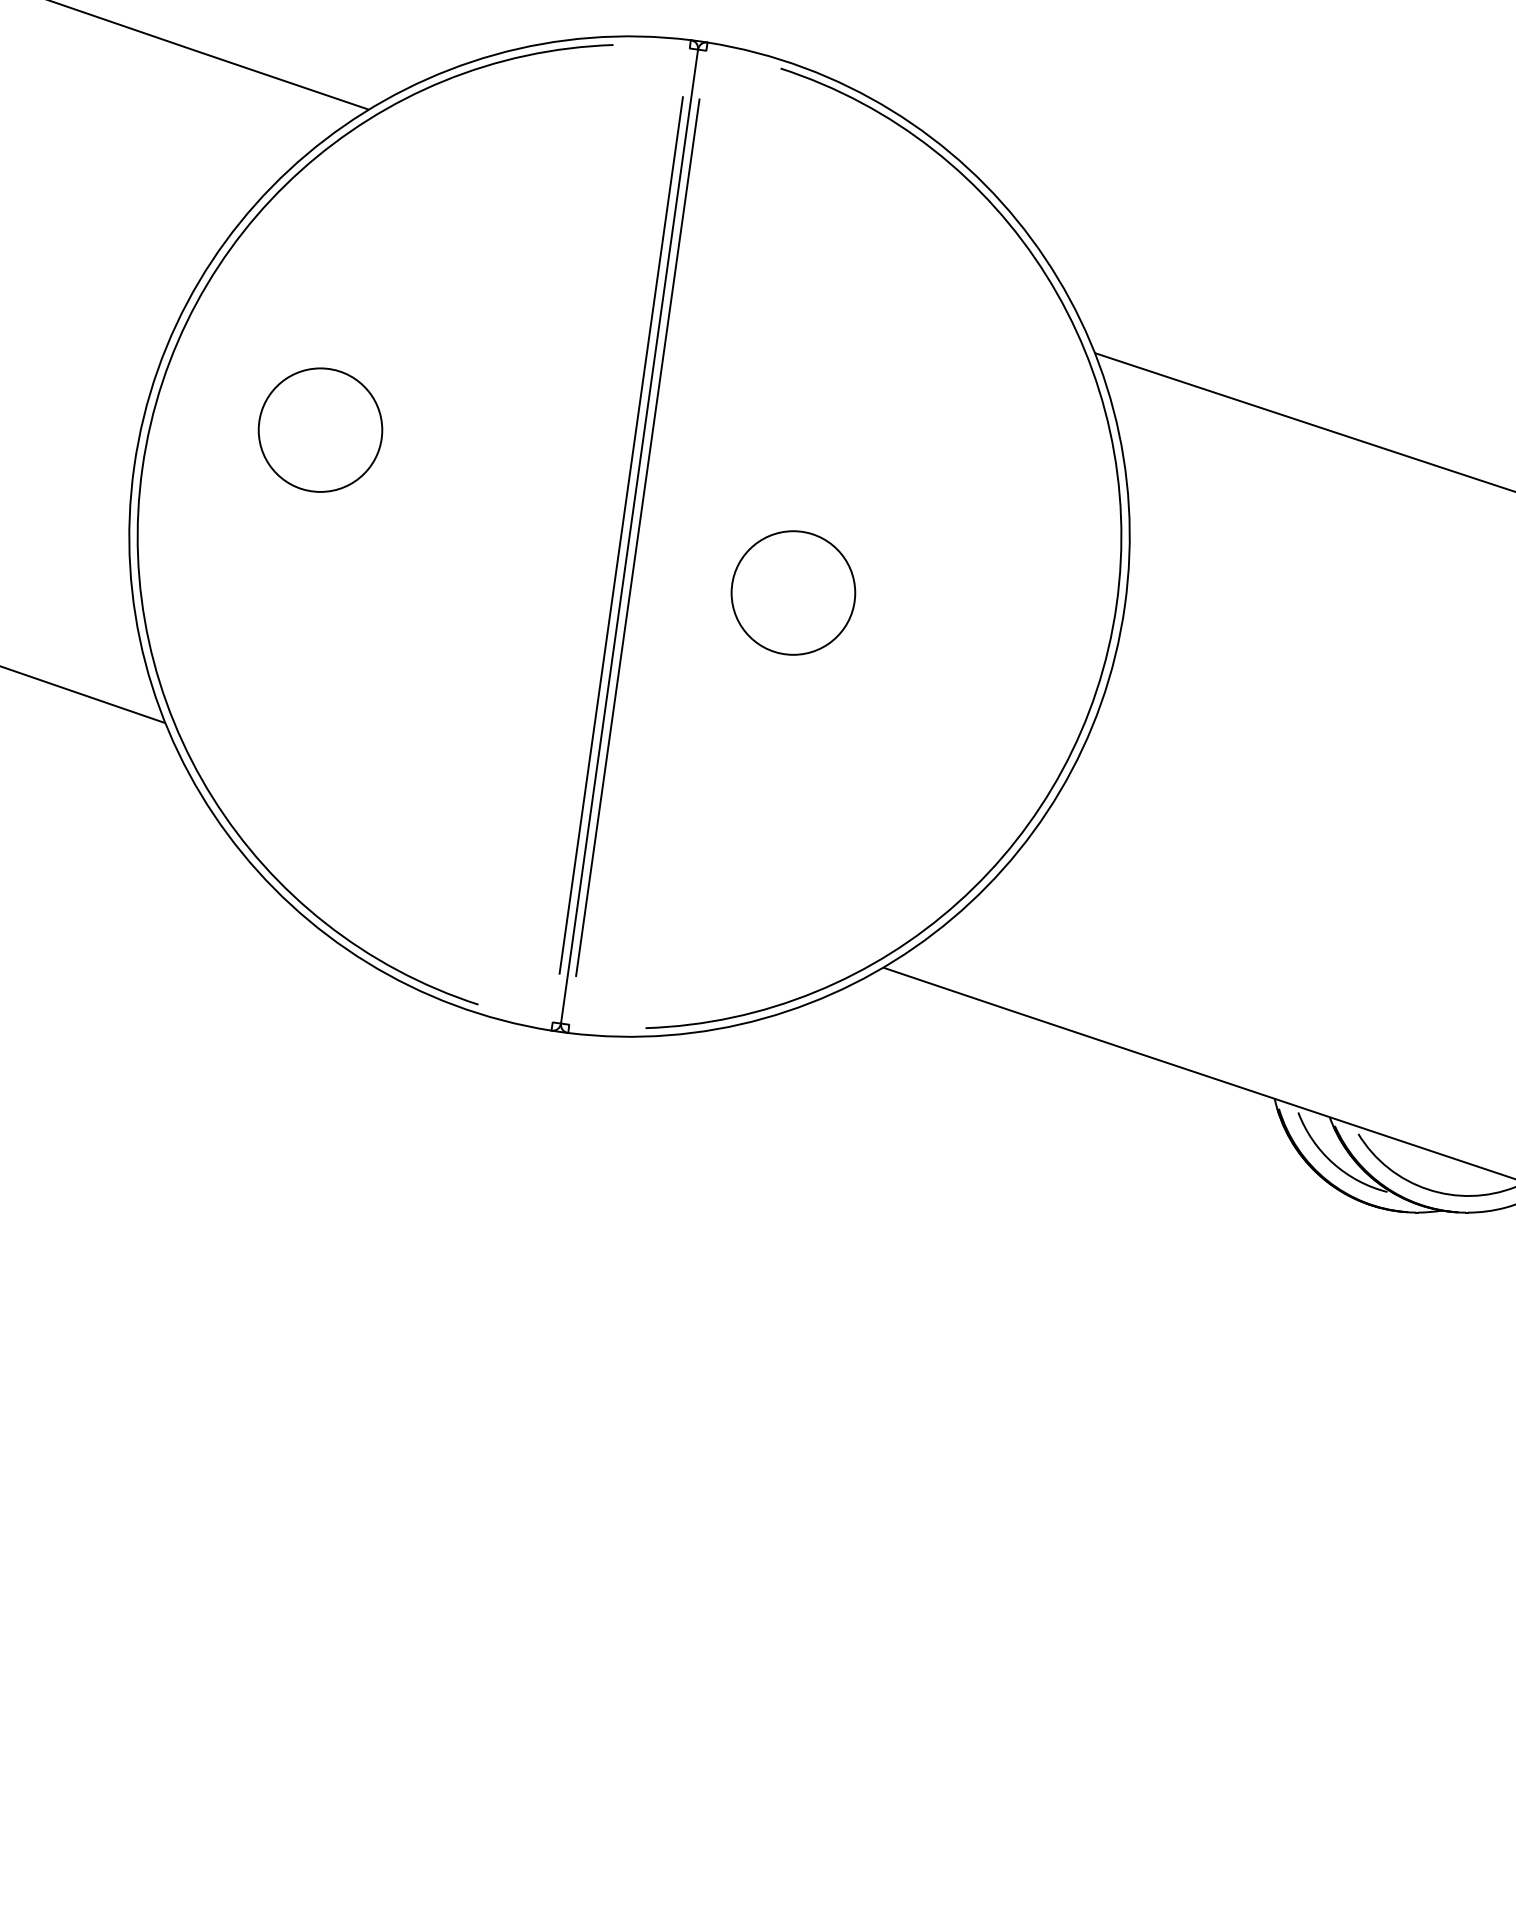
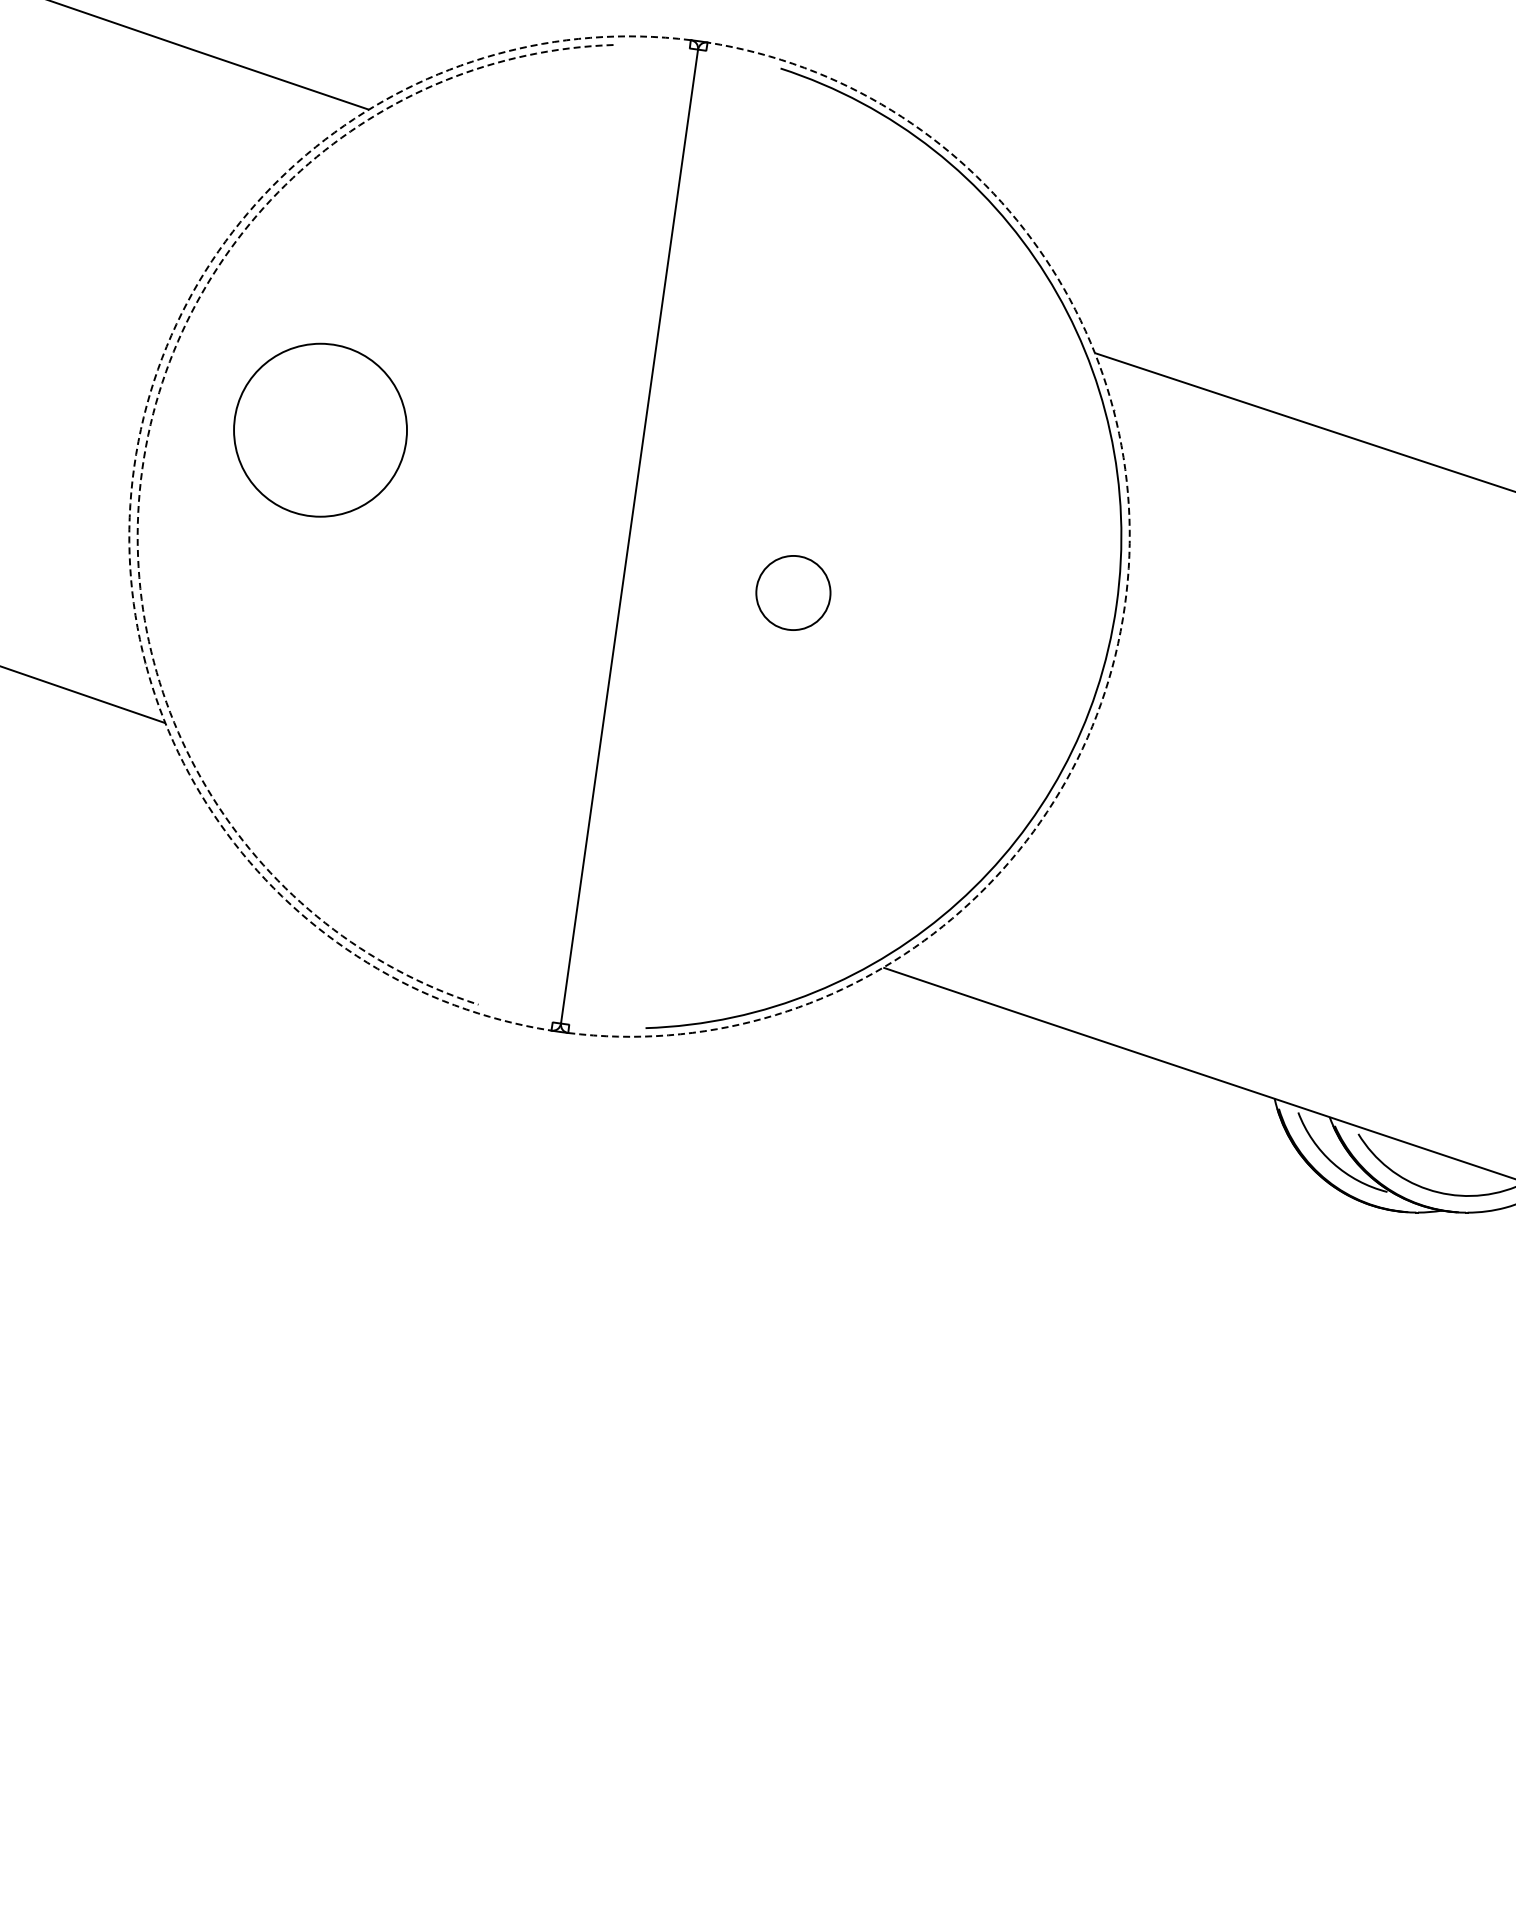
circle at (320, 429) size: 127x126 px -> 175x176 px
arc at (134, 466): solid -> dashed
arc at (142, 468): solid -> dashed
line at (620, 535): present -> none
line at (637, 537): present -> none
circle at (793, 592) diameter: 124 px -> 74 px
arc at (1124, 606): solid -> dashed
